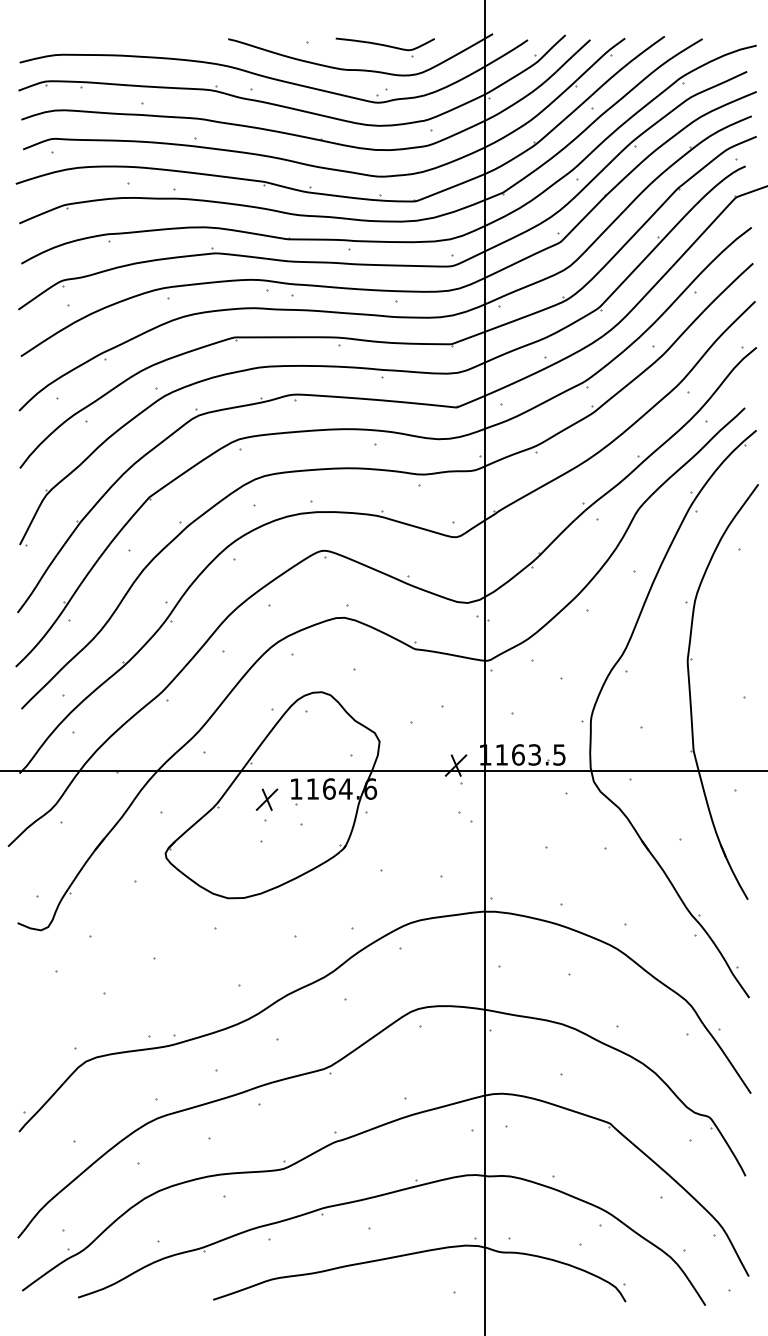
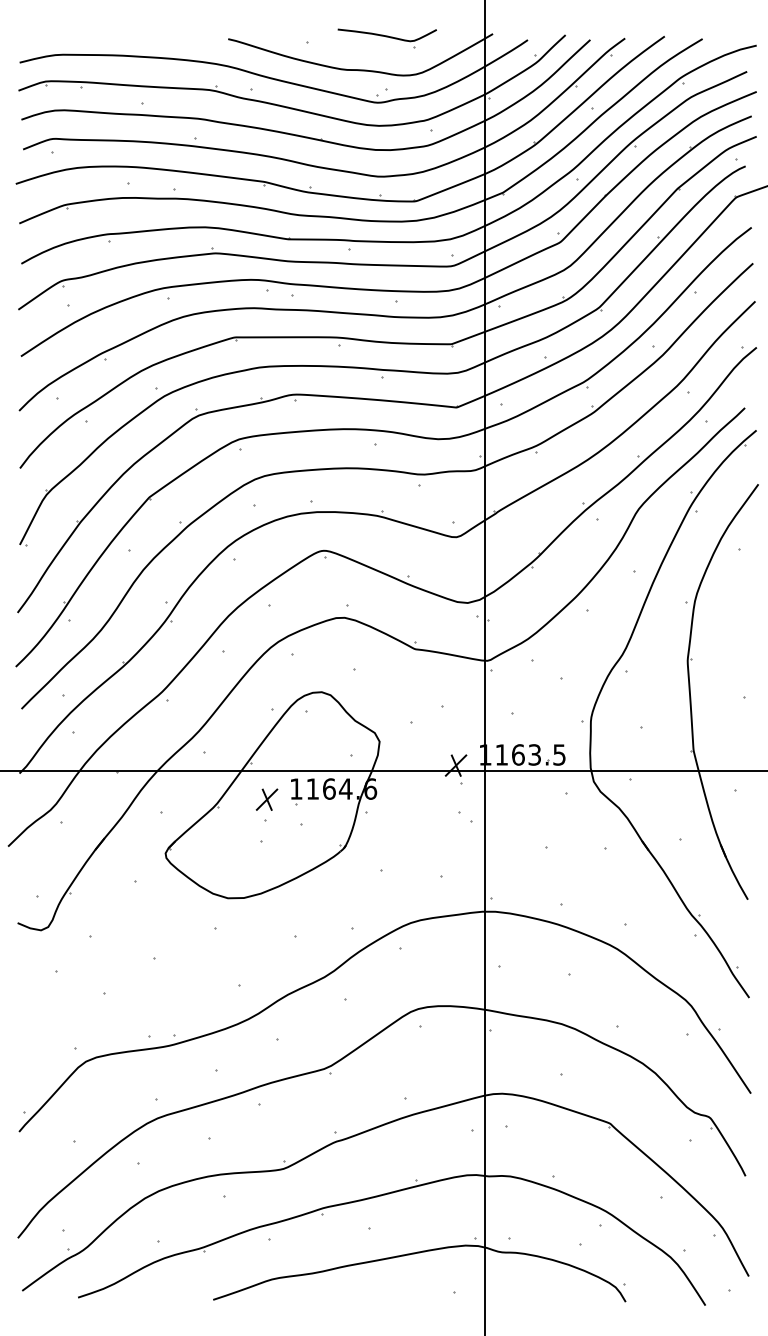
part at (384, 47) position: (384, 47) -> (386, 38)
